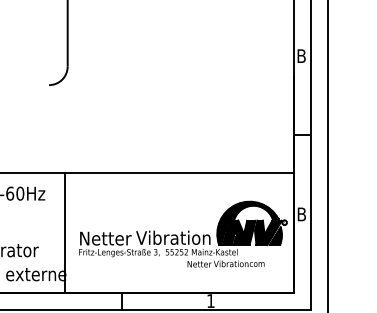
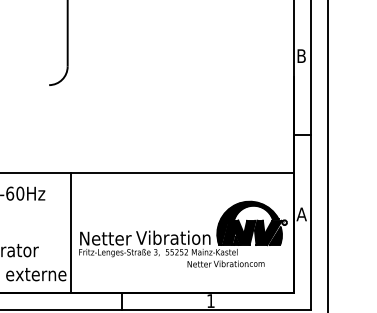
text at (301, 214): B -> A
line at (64, 233) position: (64, 233) -> (70, 233)
